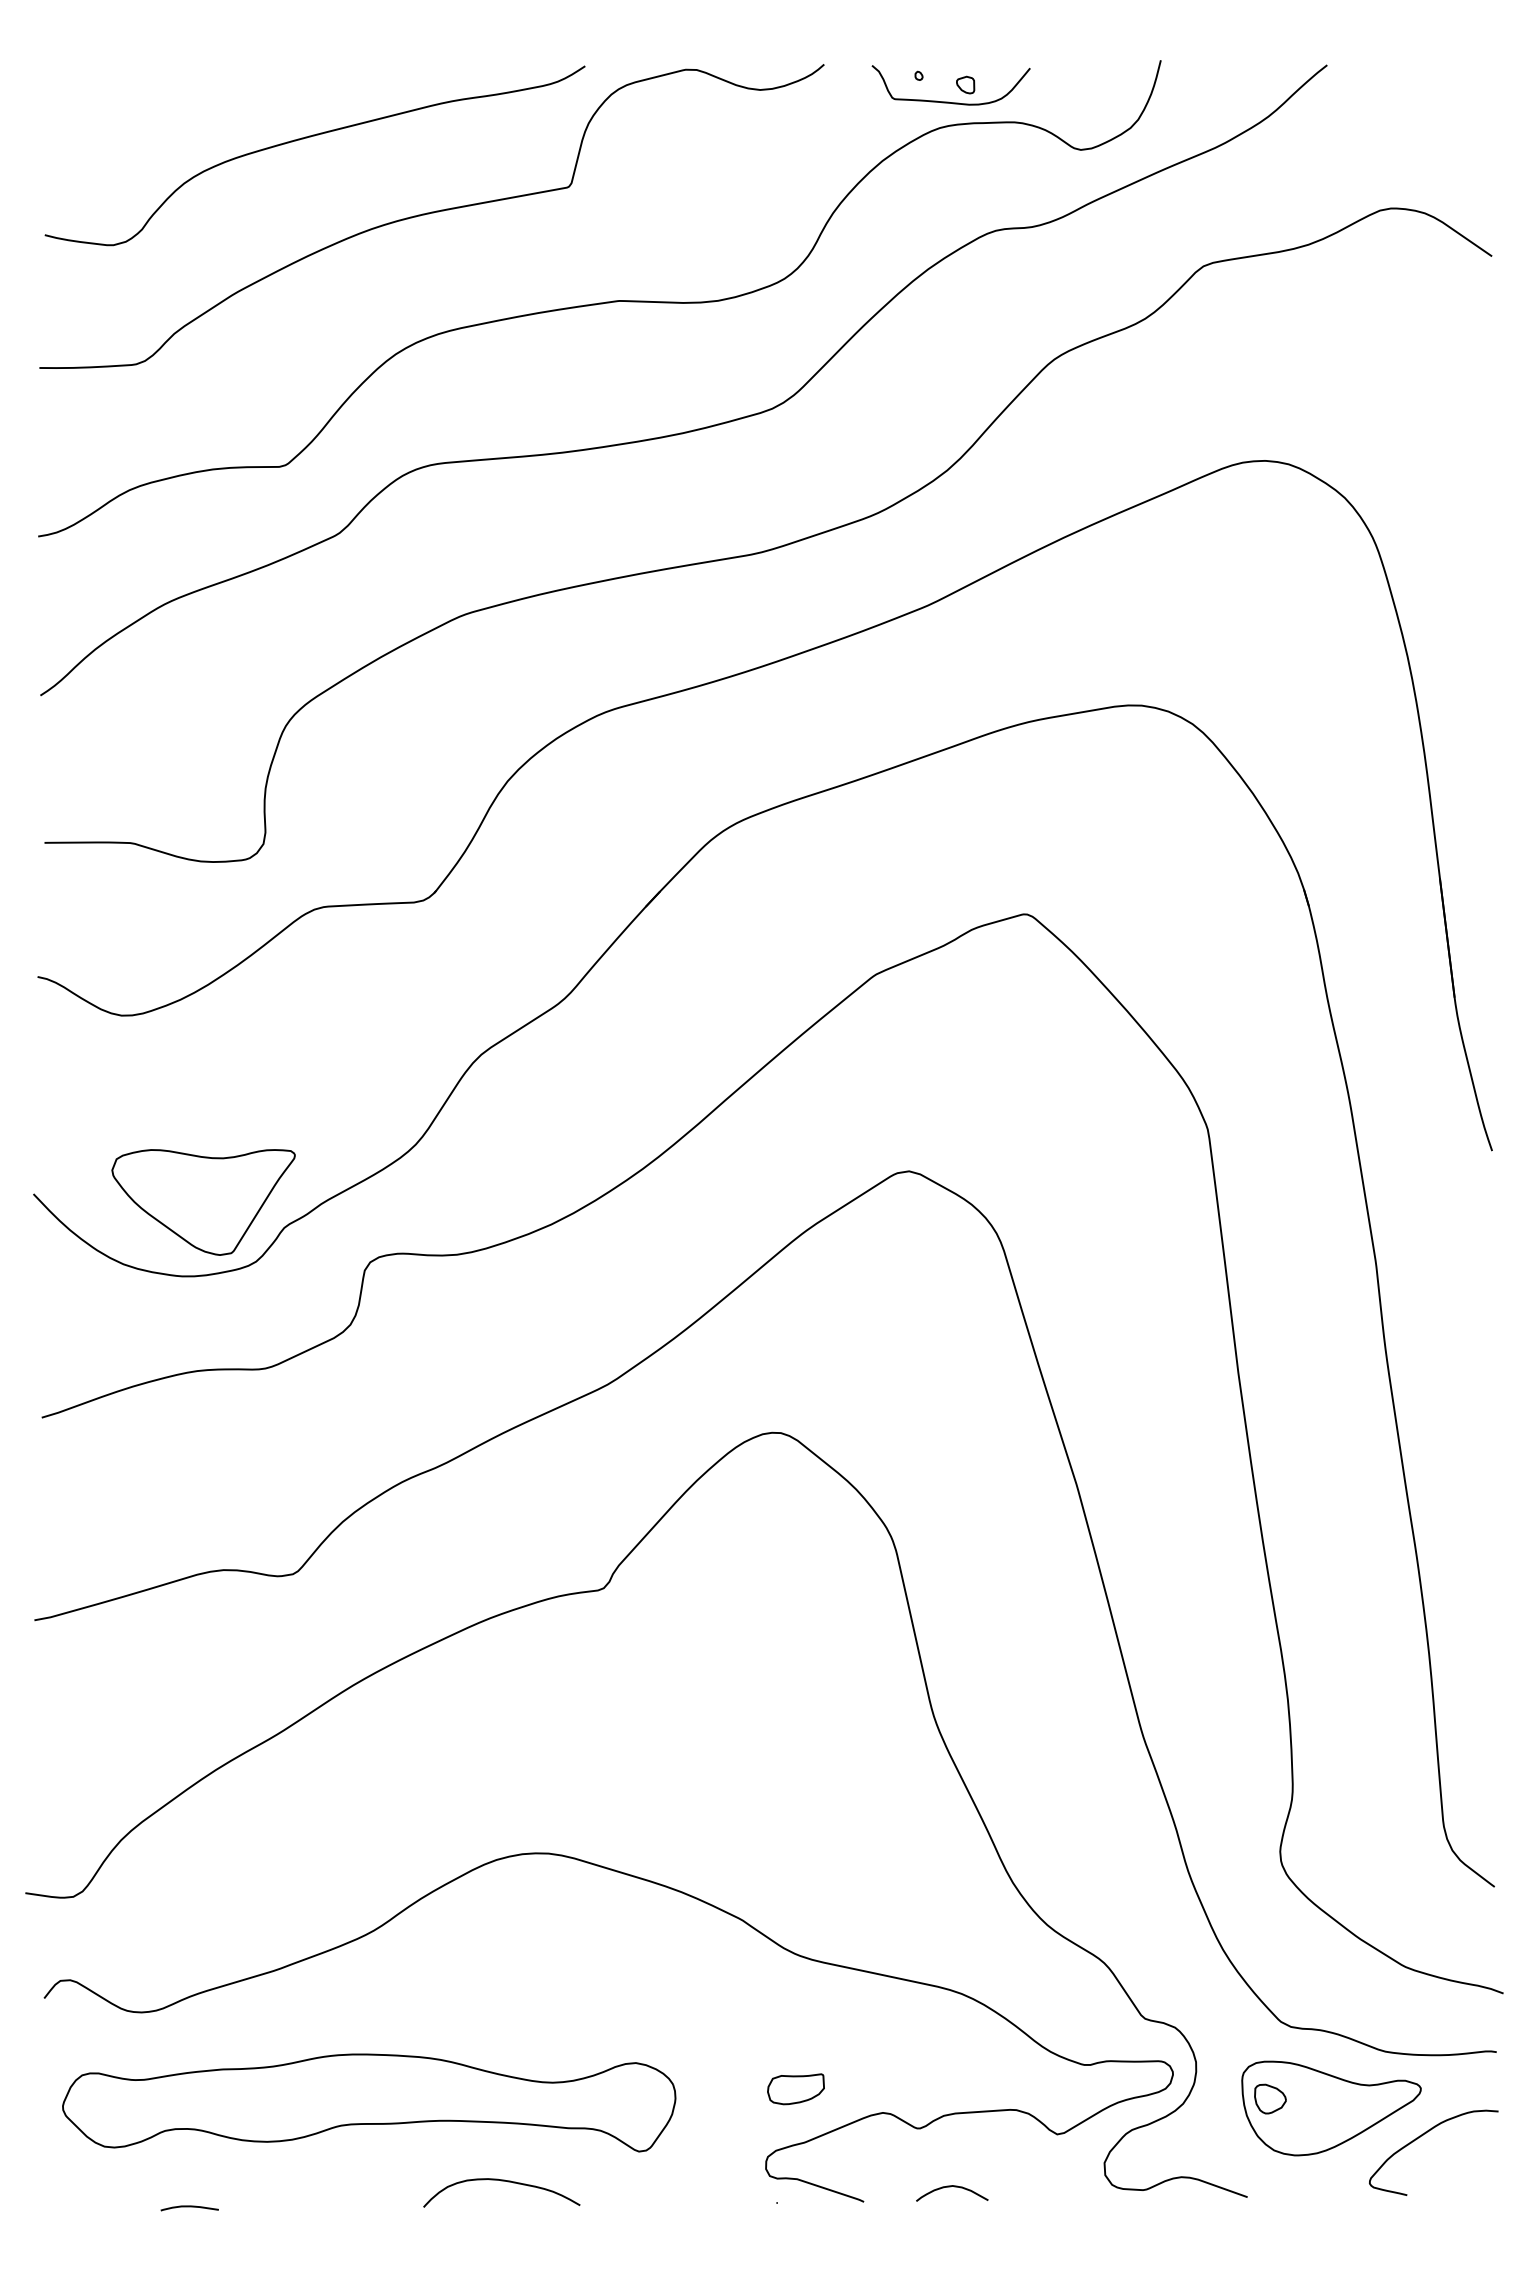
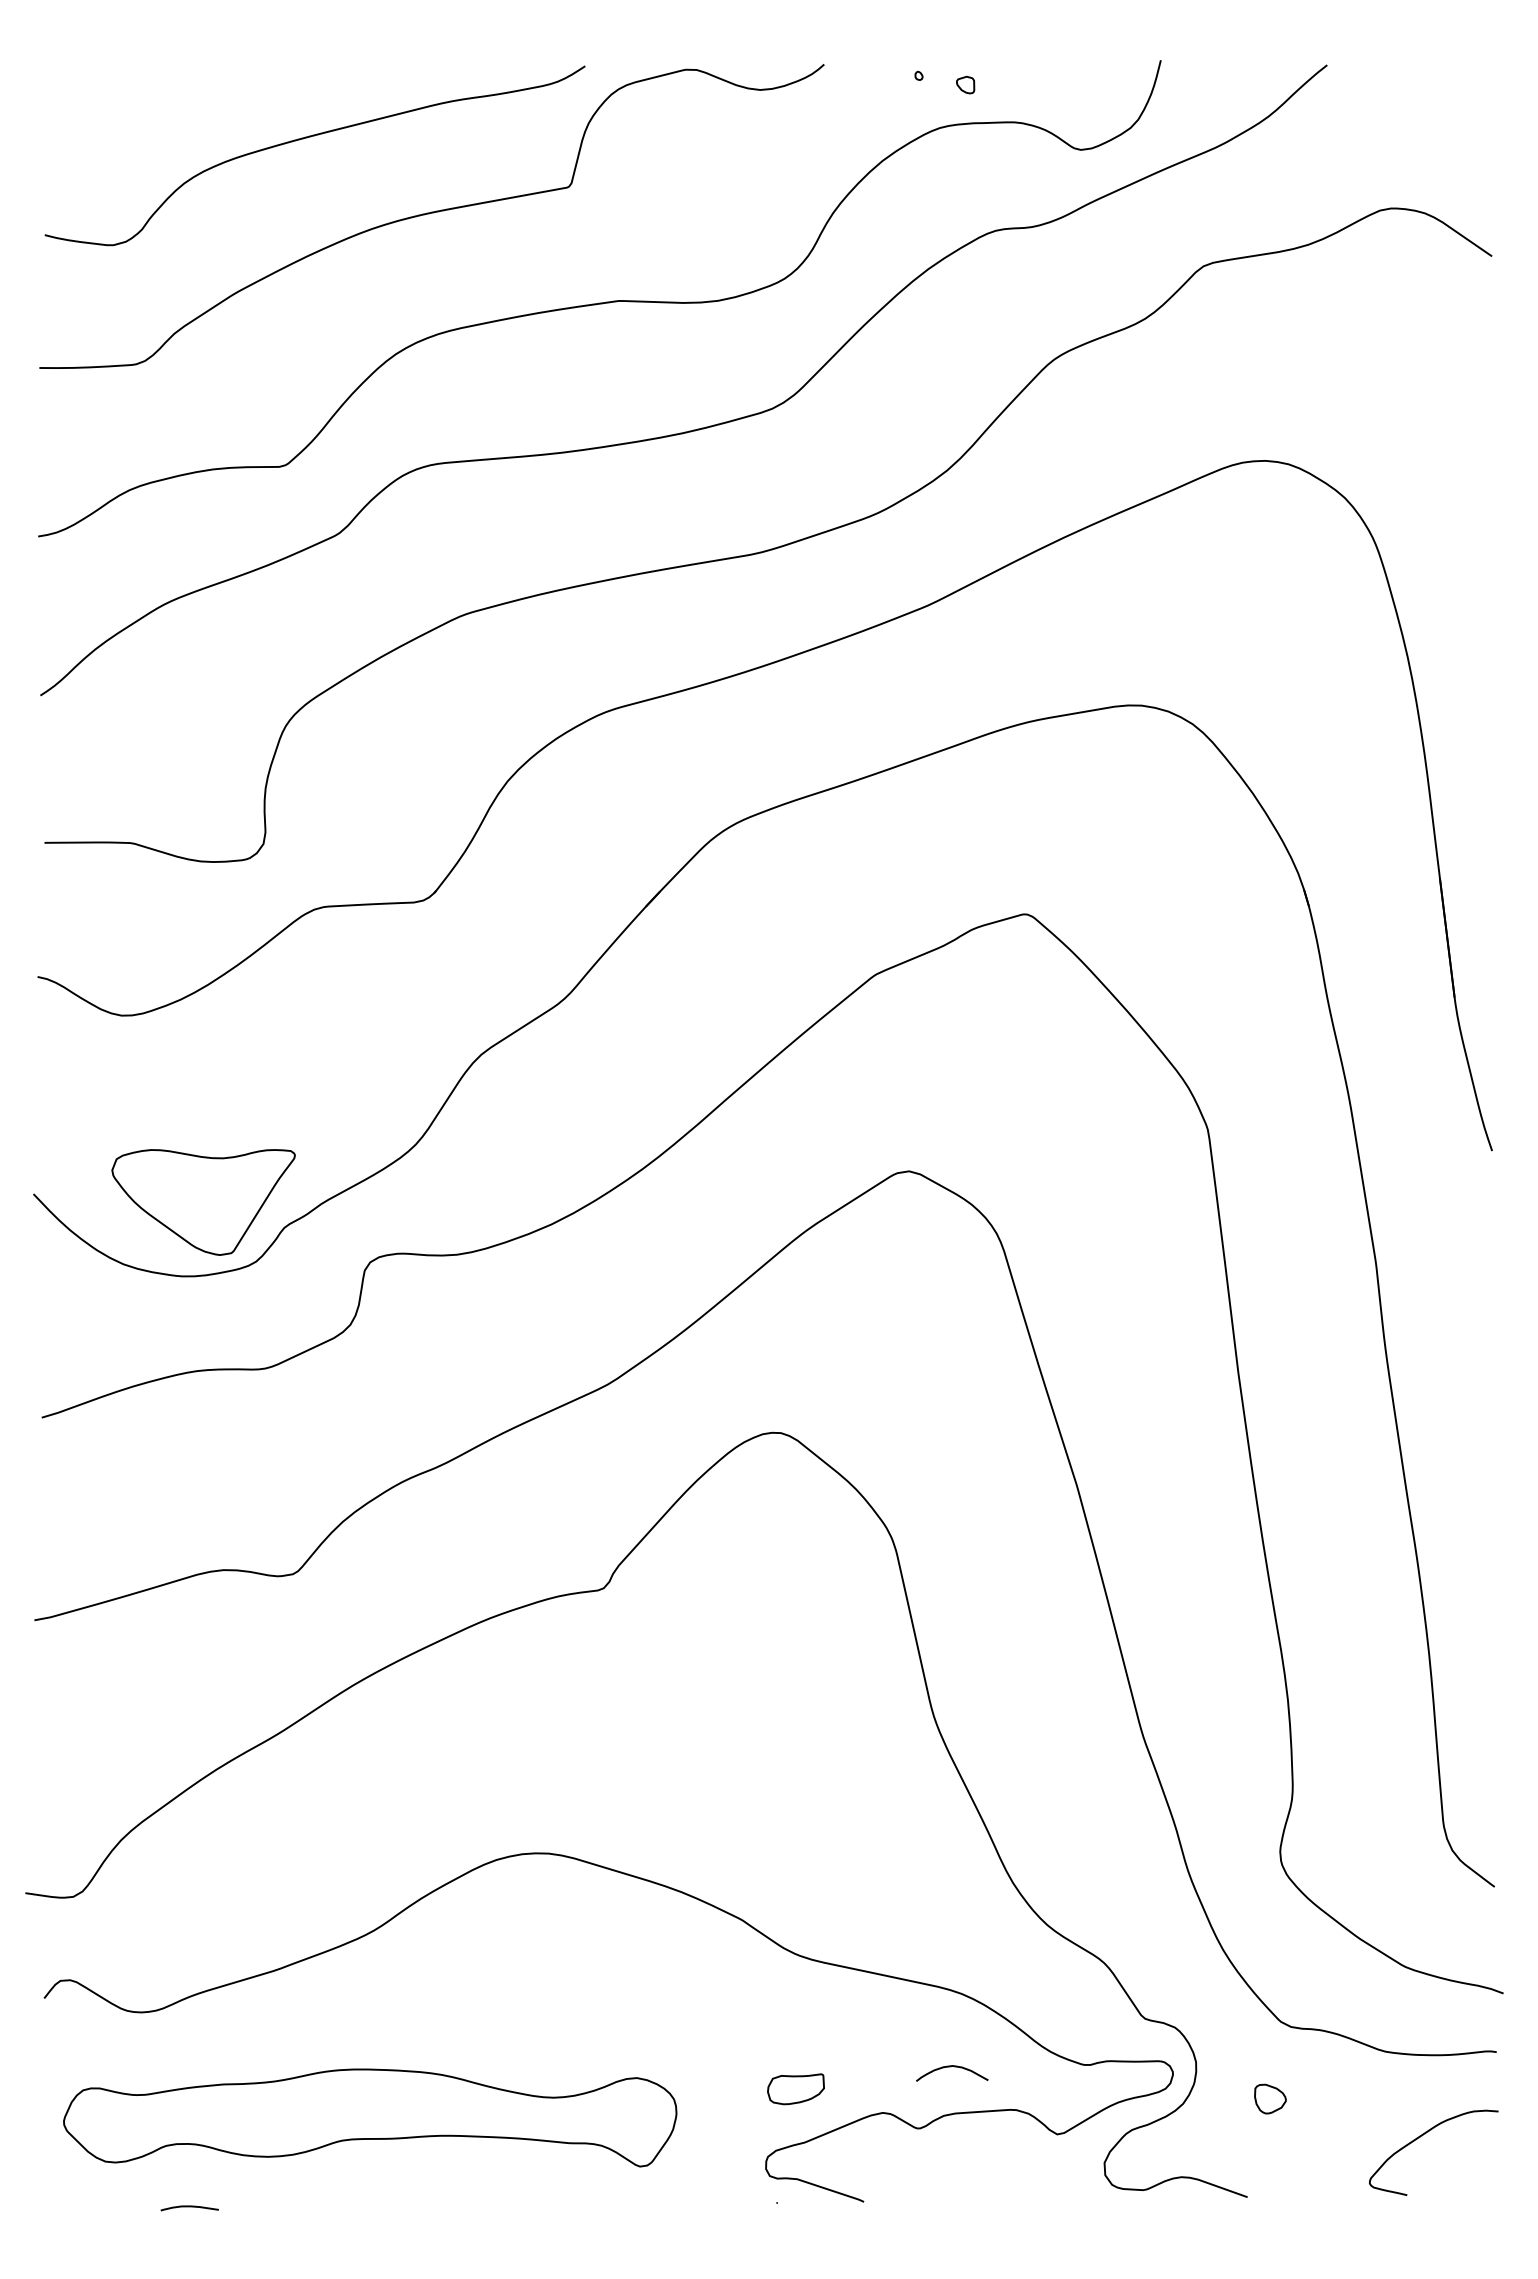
curve at (948, 101): present -> none
part at (369, 2102) position: (369, 2102) -> (370, 2117)
part at (1331, 2108): present -> none
curve at (501, 2181): present -> none
curve at (950, 2187) position: (950, 2187) -> (950, 2067)
